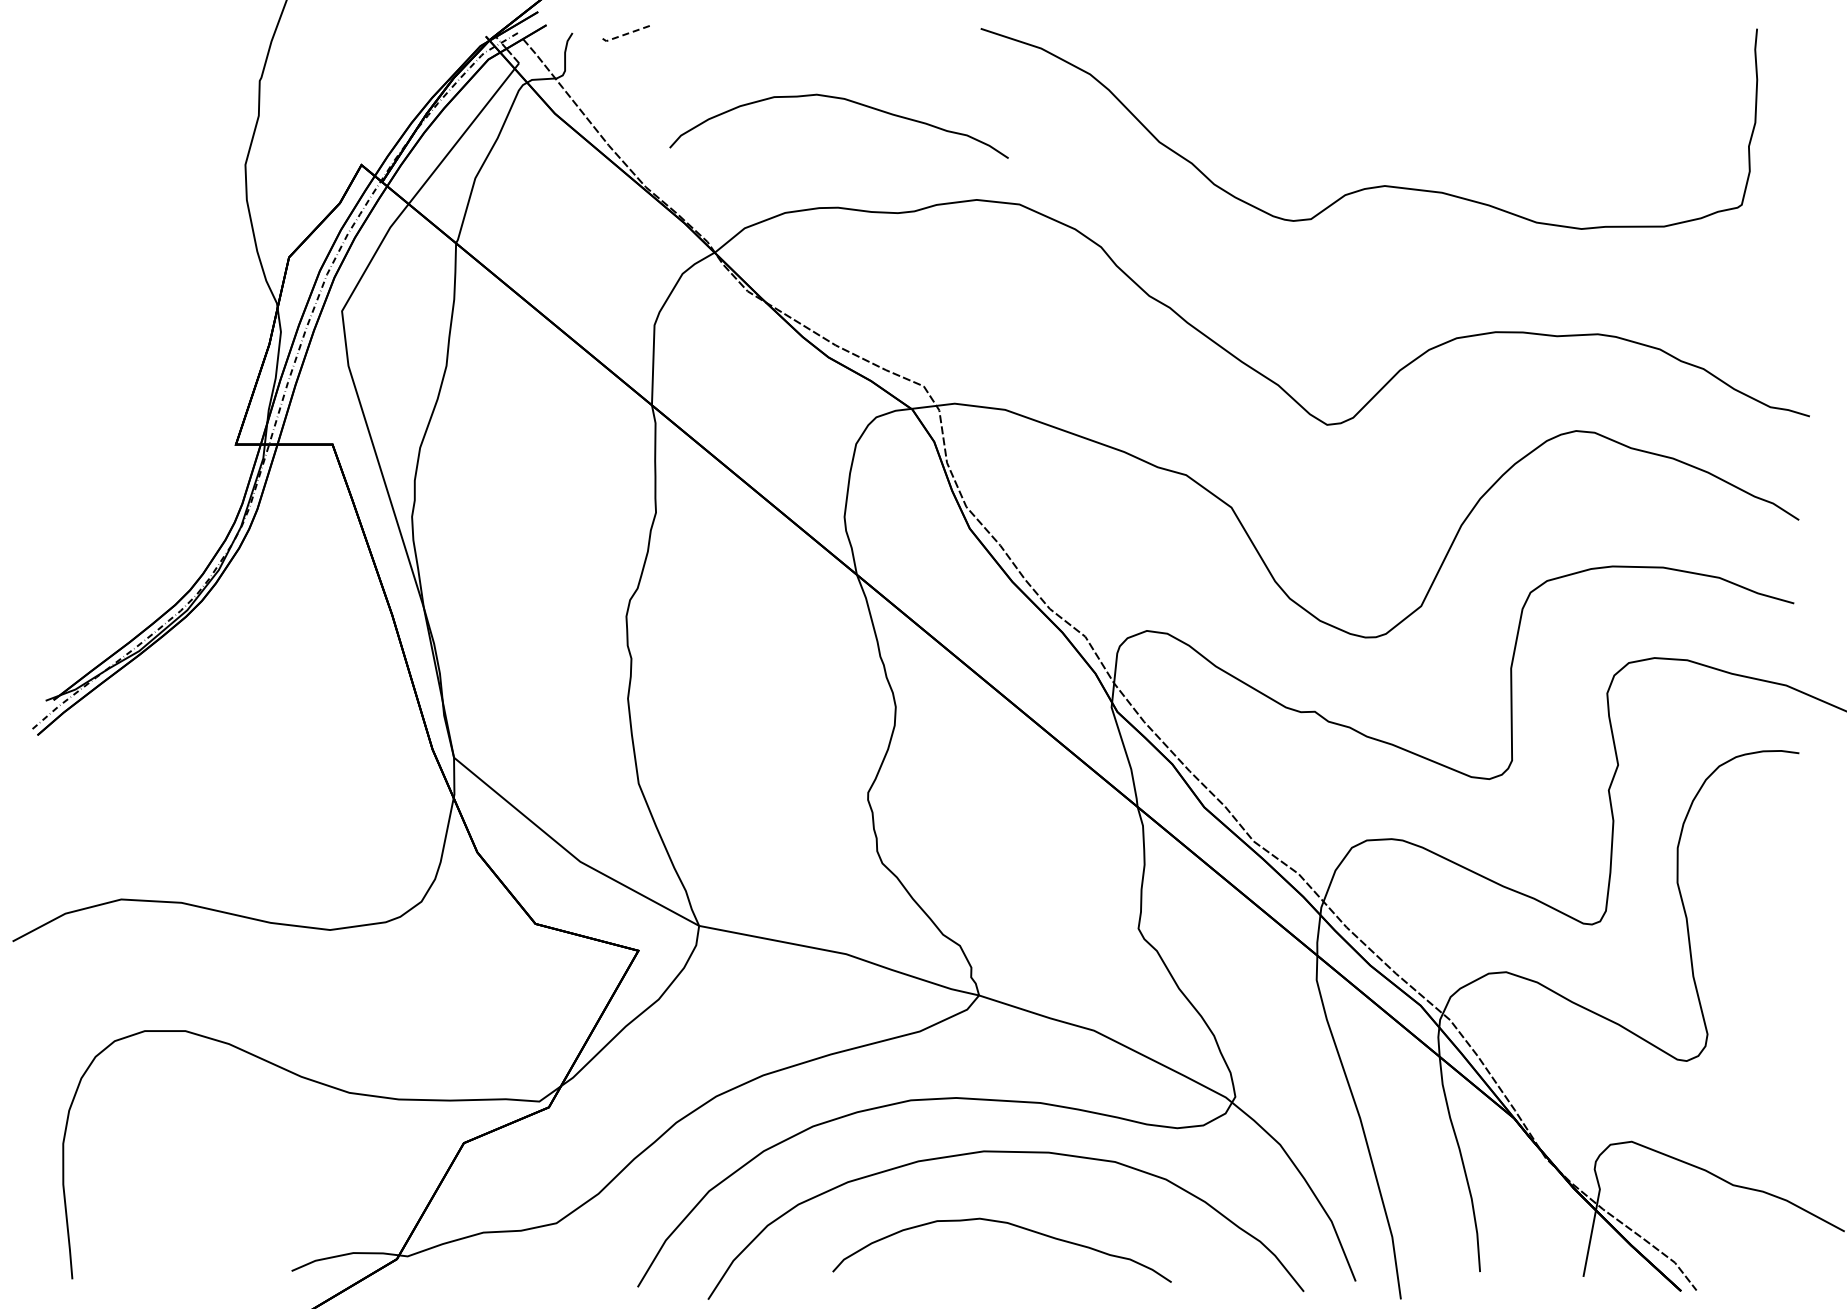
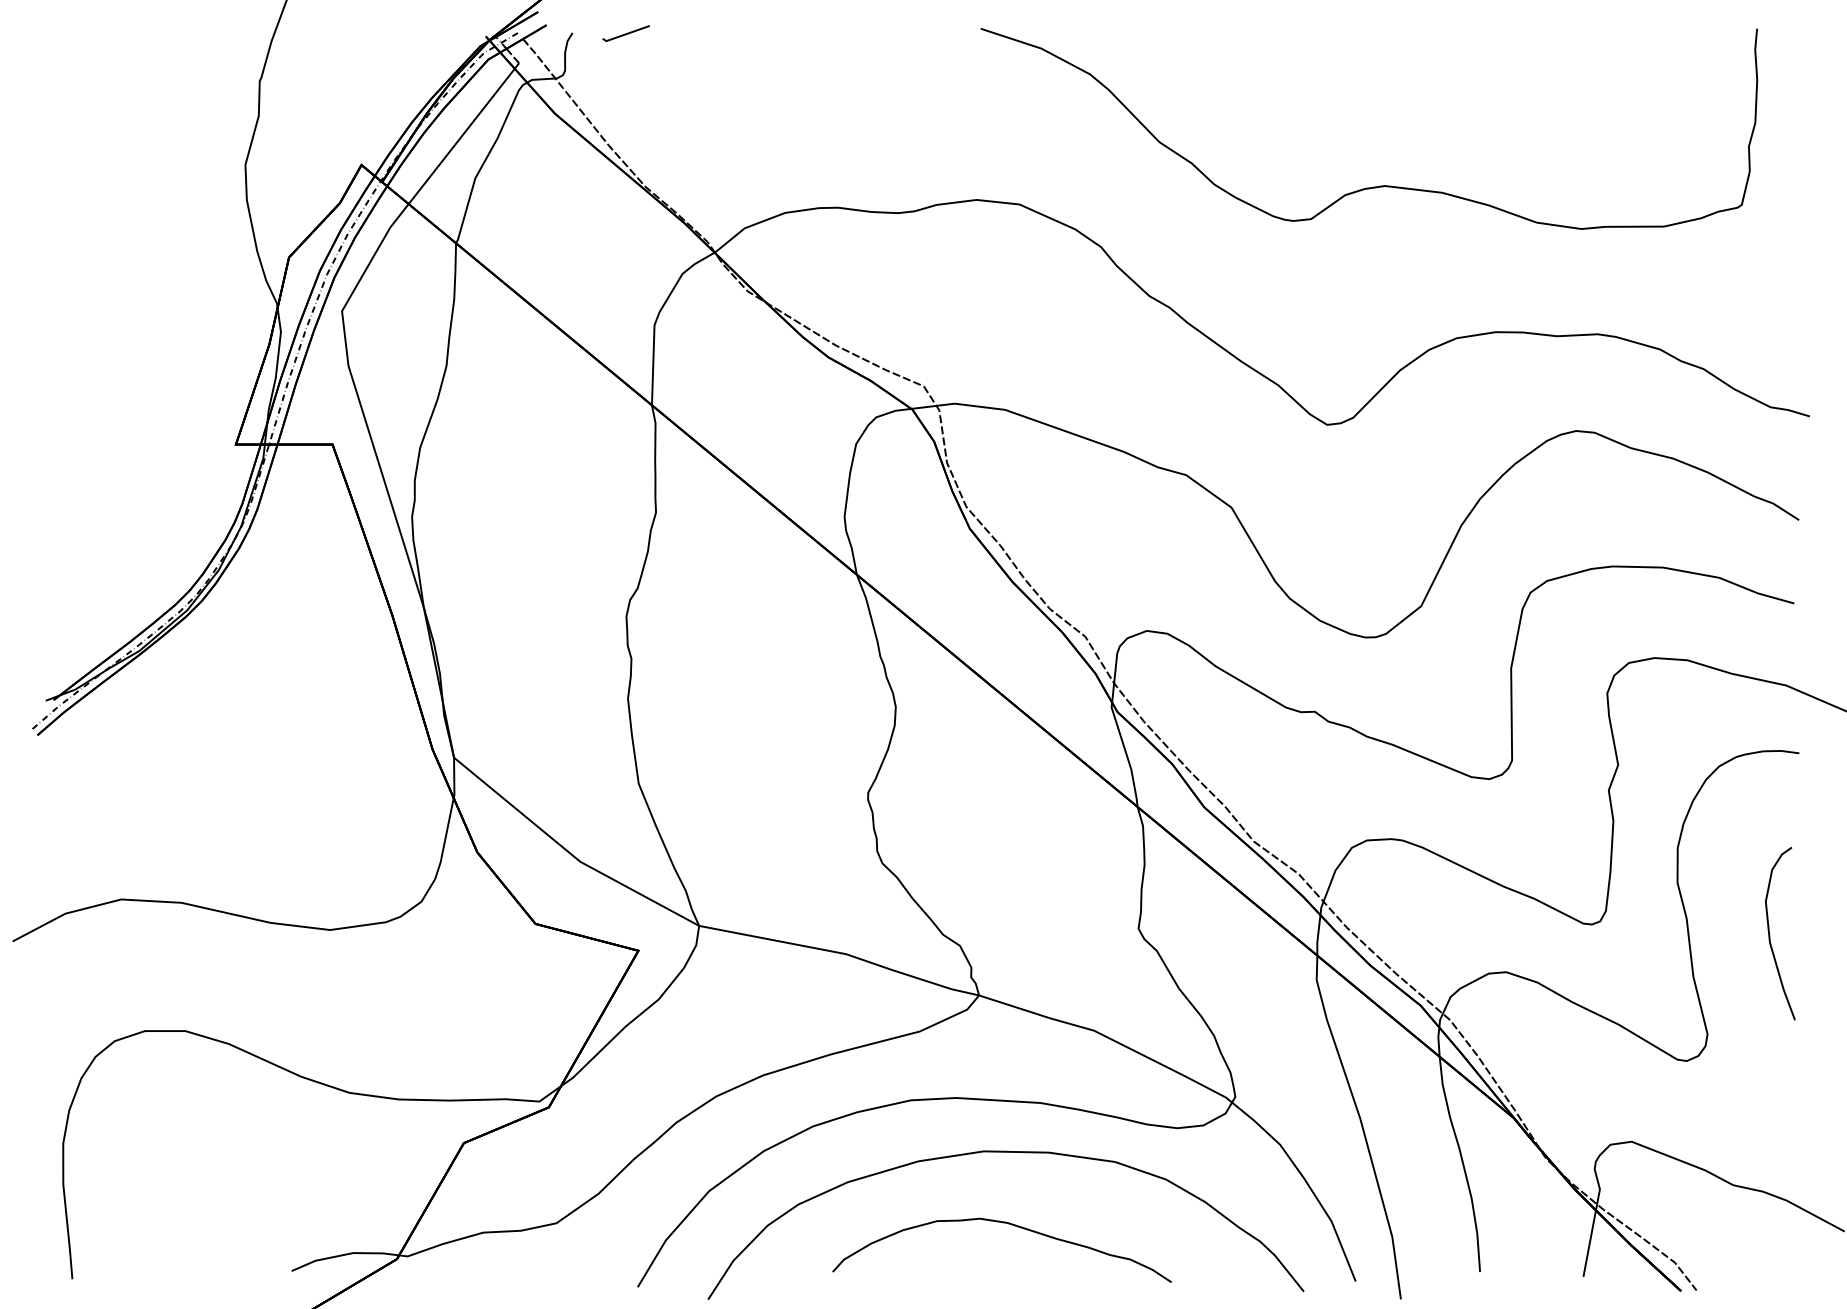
line at (624, 34): dashed -> solid
curve at (845, 100): present -> none
curve at (1770, 934): none -> present
